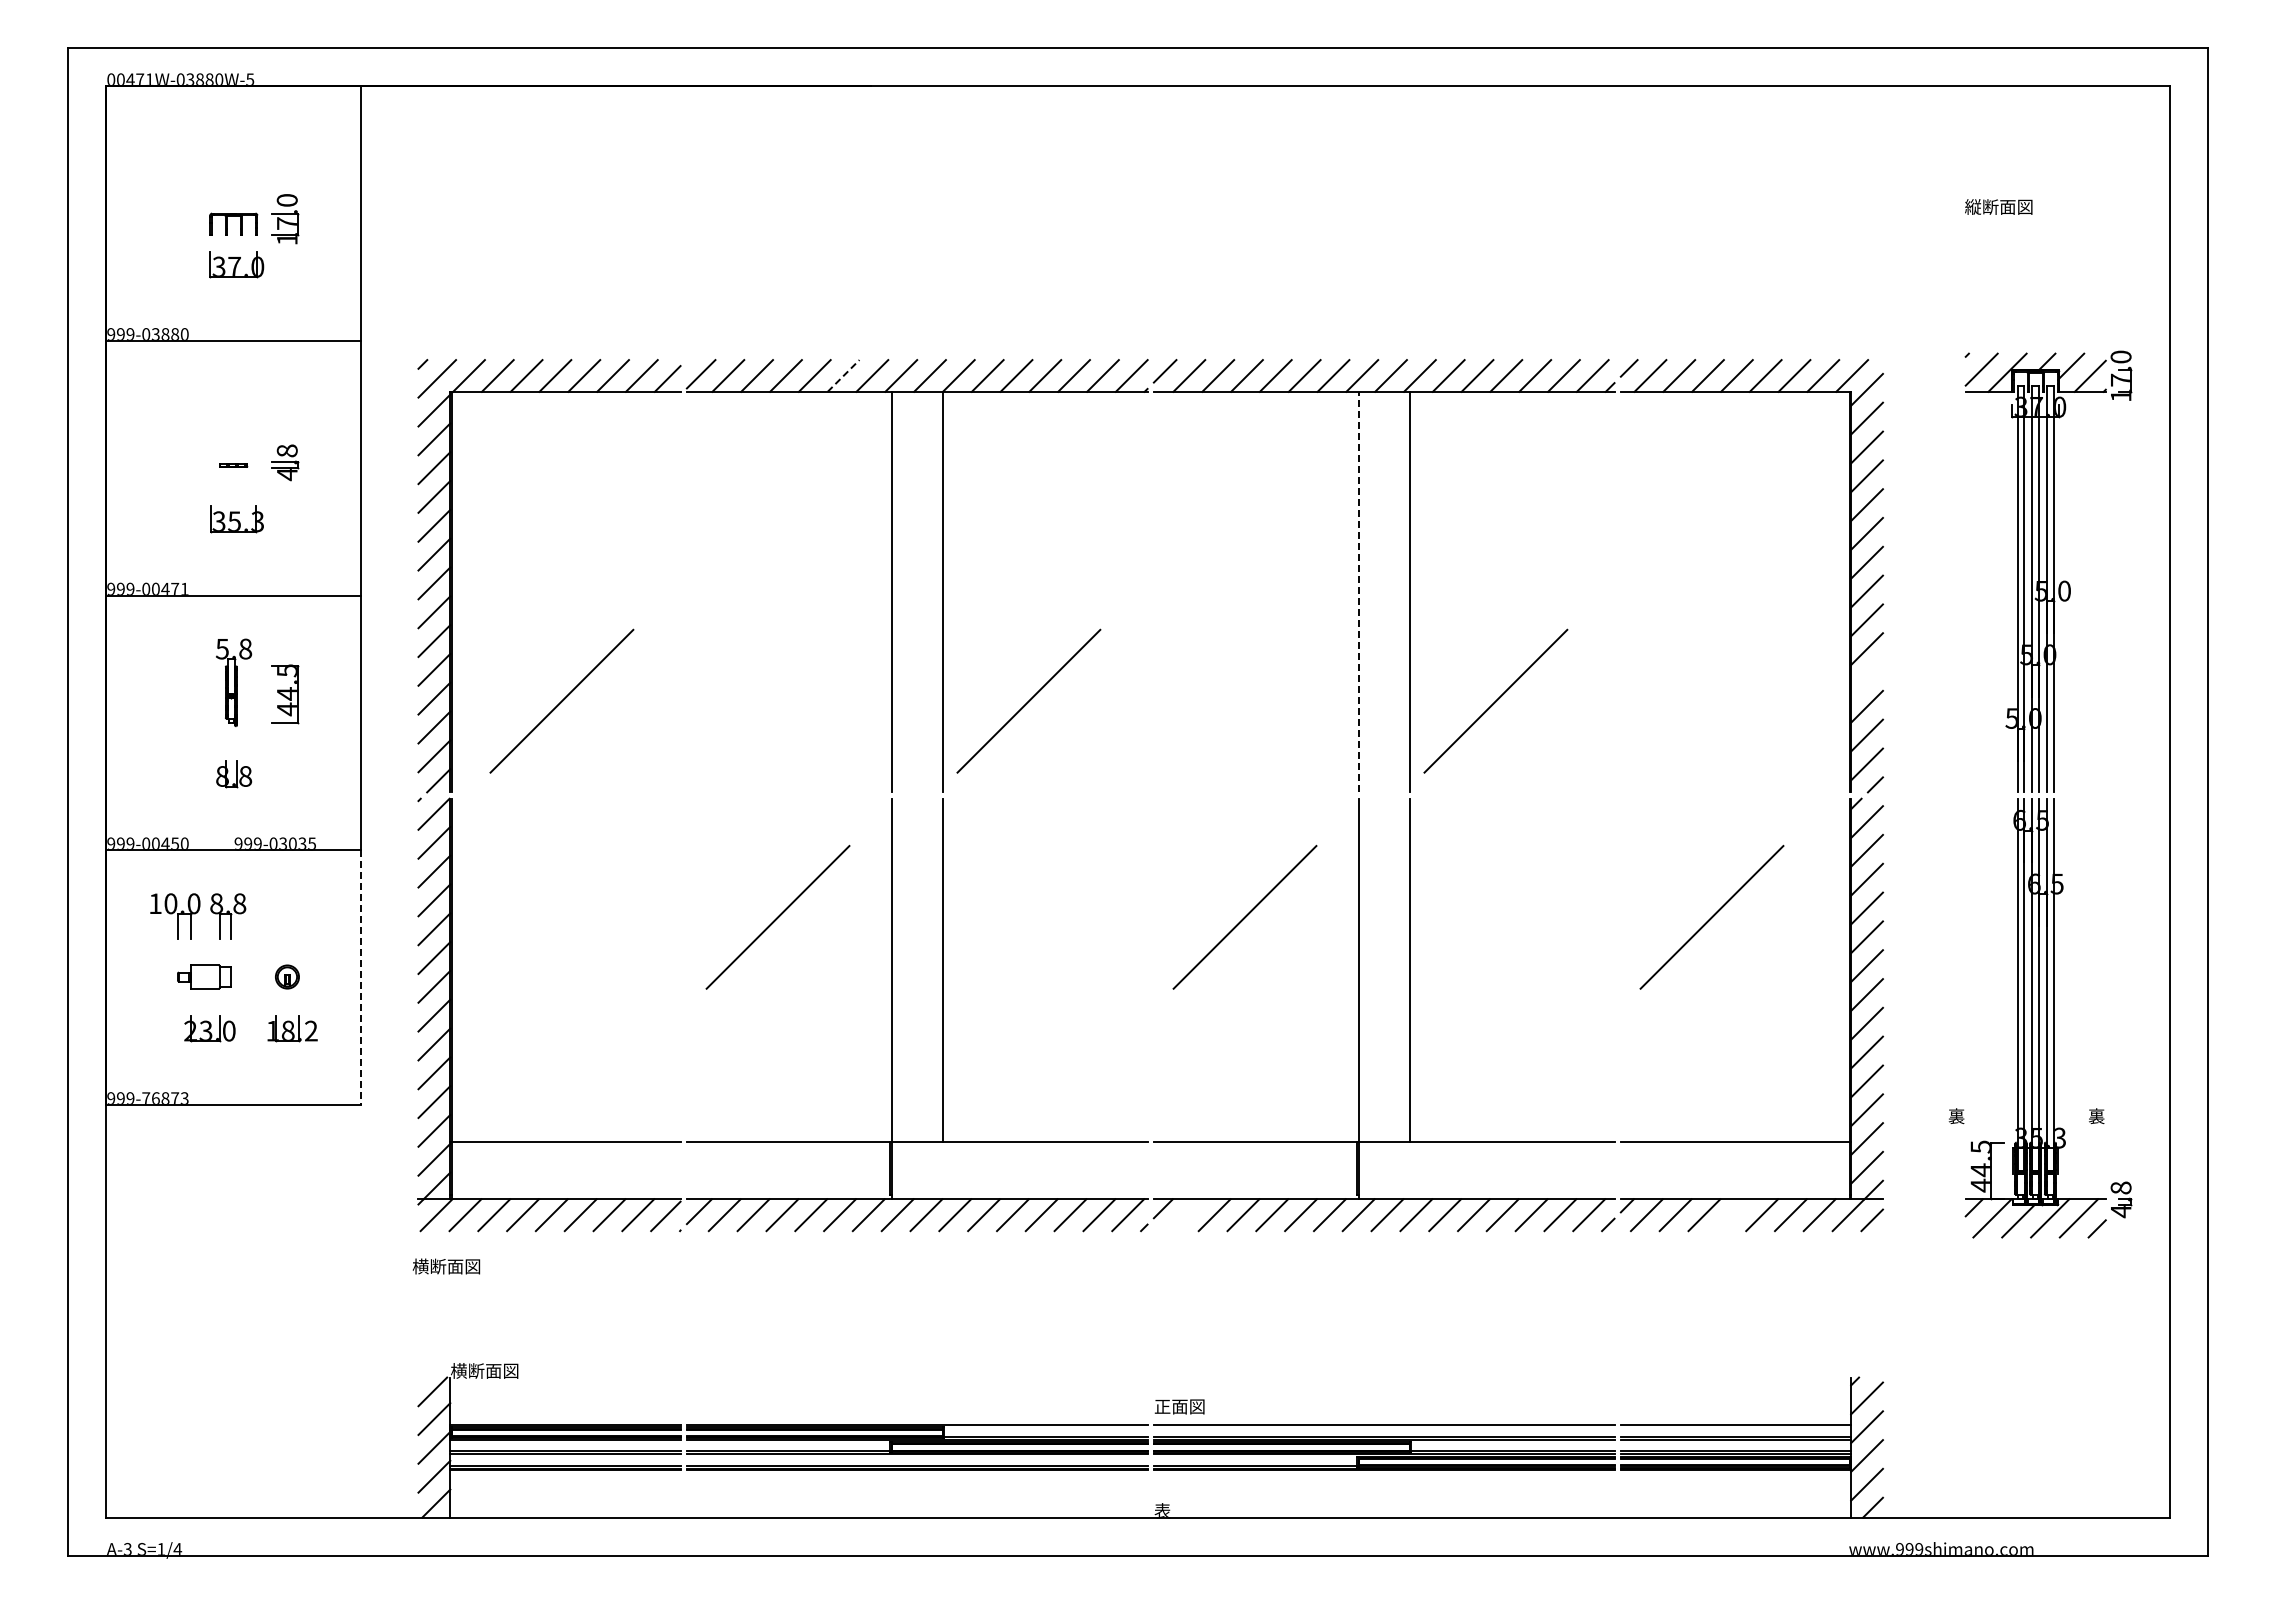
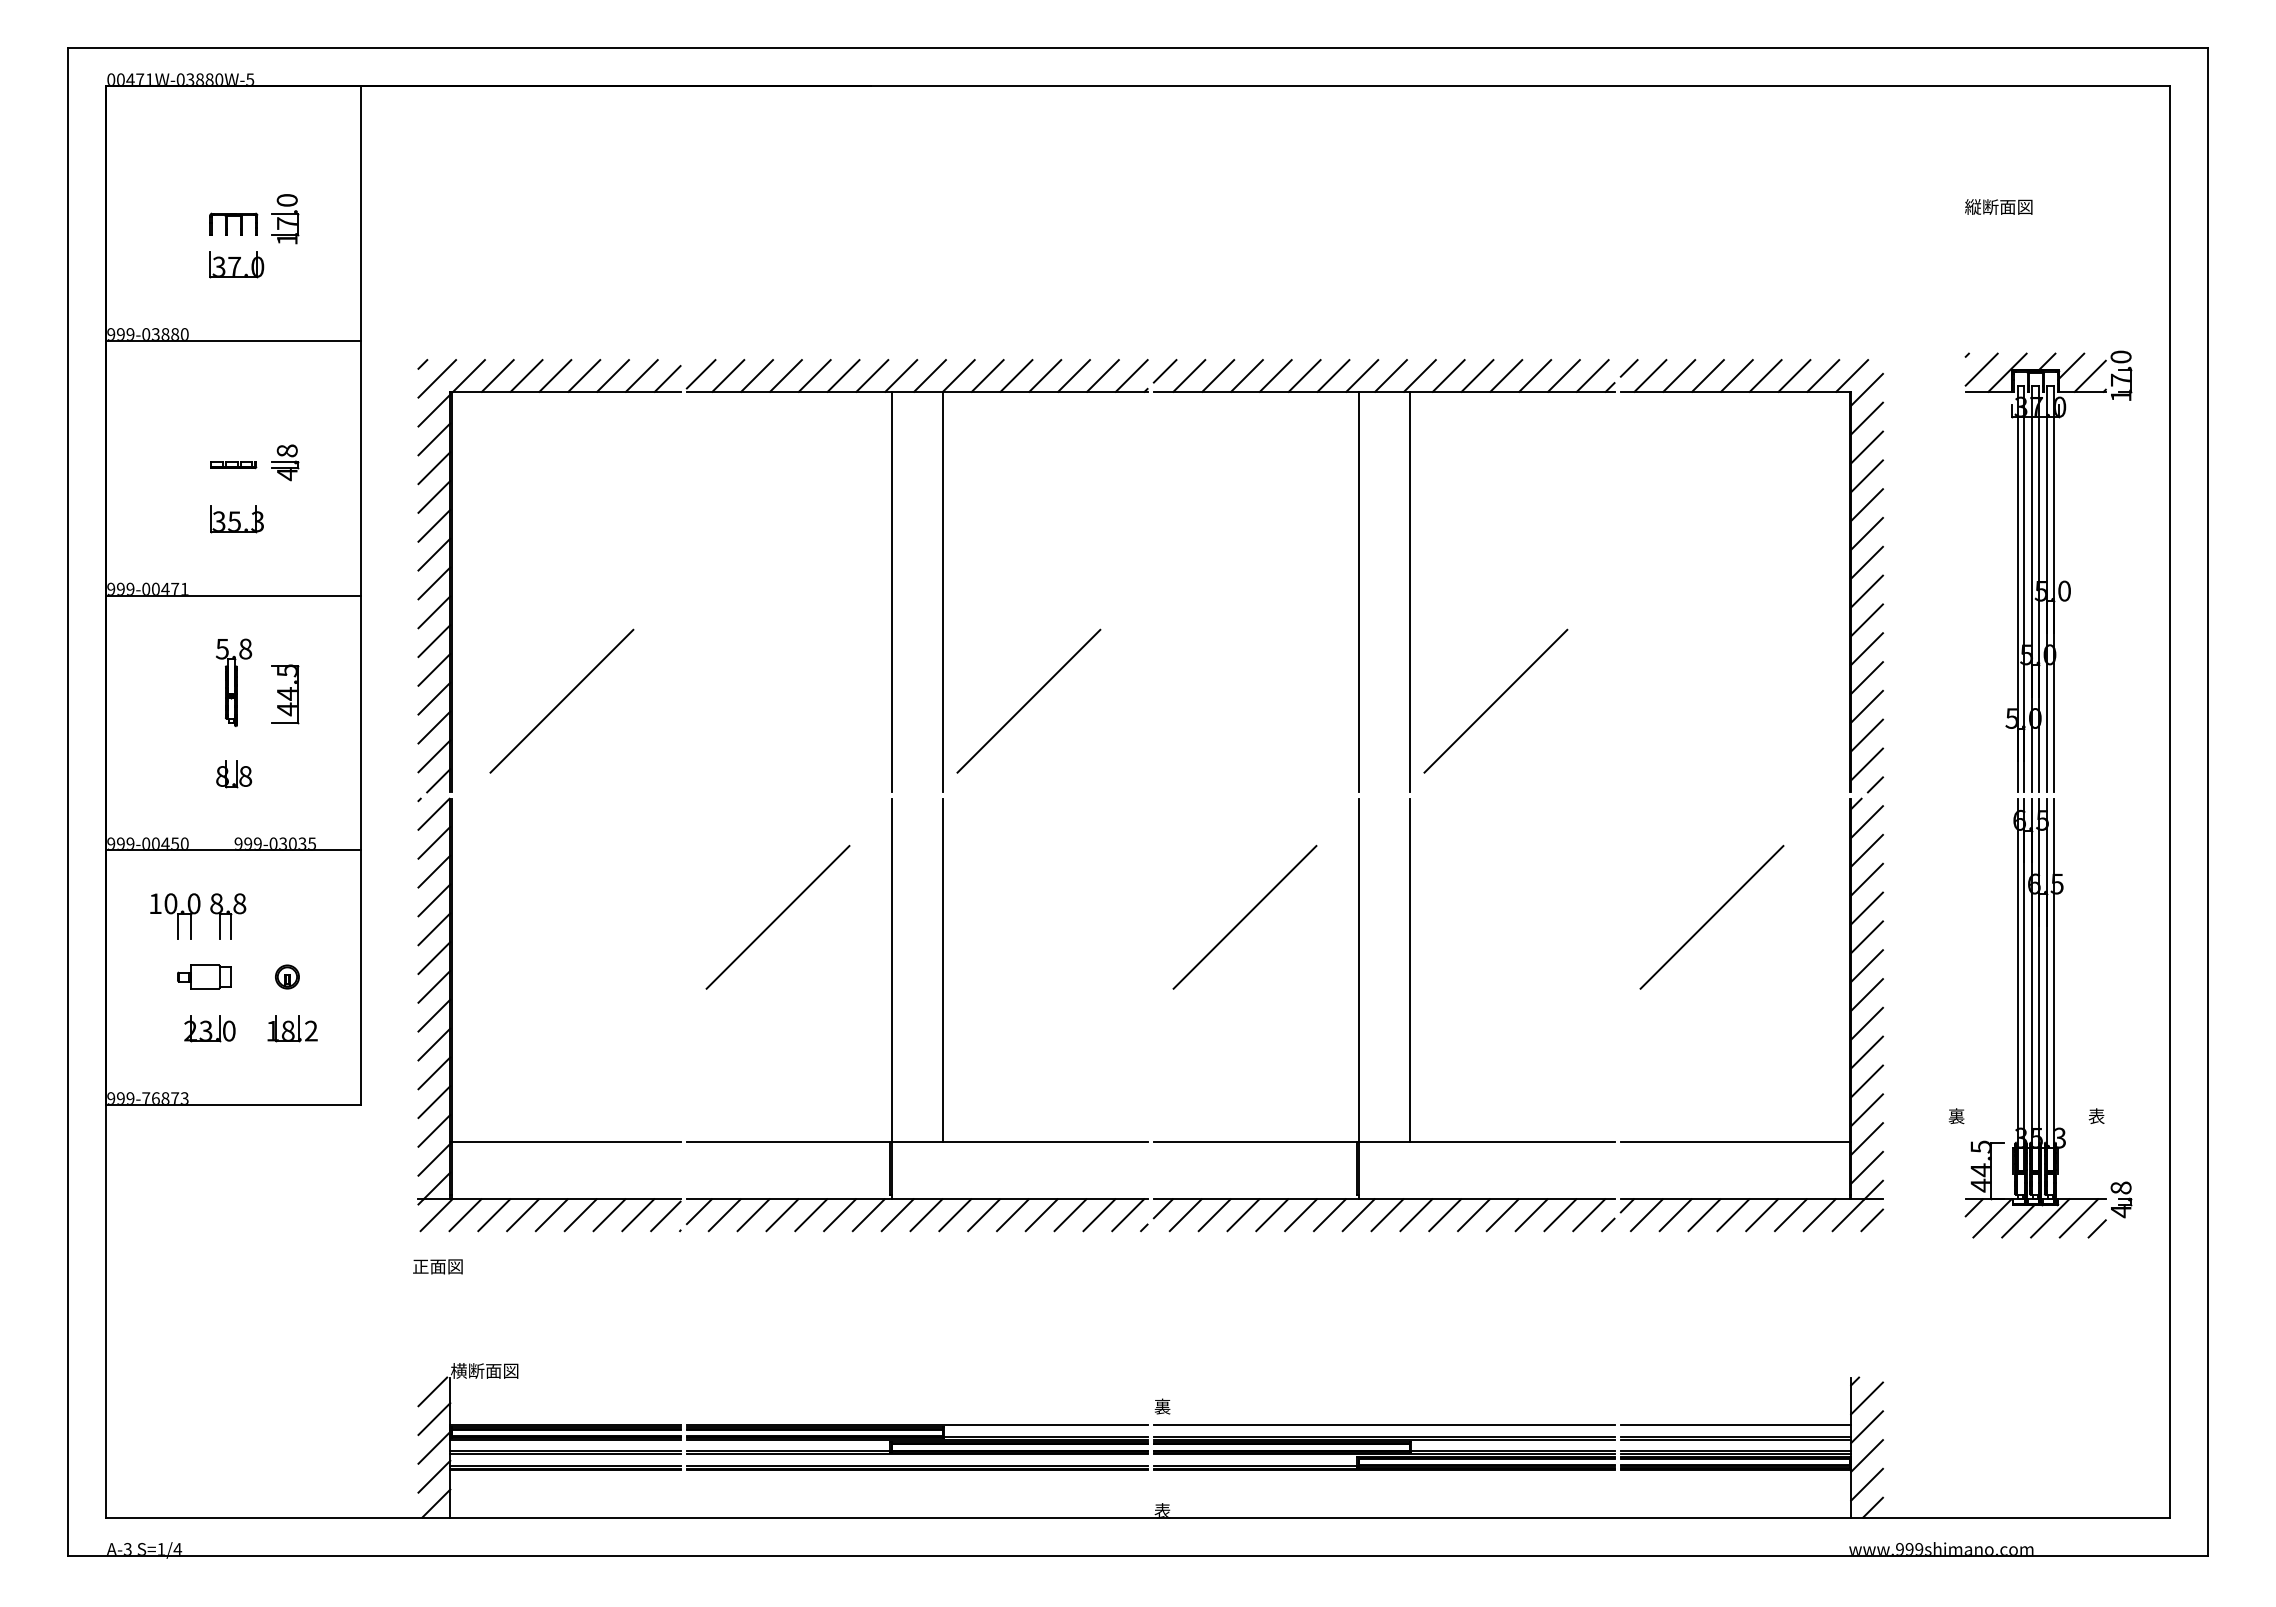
line at (843, 375): dashed -> solid
part at (233, 465) size: 30x5 px -> 48x9 px
line at (1358, 591): dashed -> solid
line at (1866, 677): none -> present
line at (361, 978): dashed -> solid
text at (2096, 1116): 裏 -> 表
line at (1185, 1215): none -> present
line at (1733, 1215): none -> present
text at (446, 1266): 横断面図 -> 正面図
text at (1179, 1406): 正面図 -> 裏
